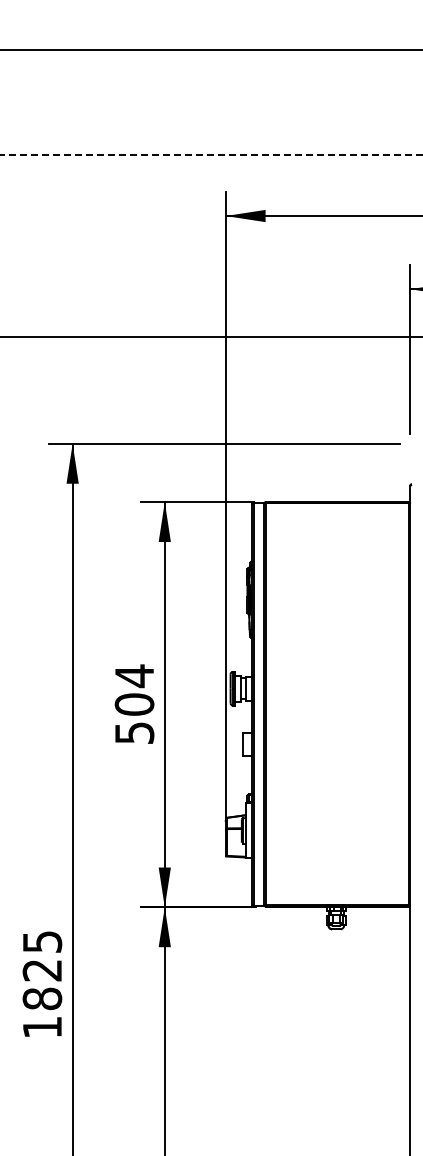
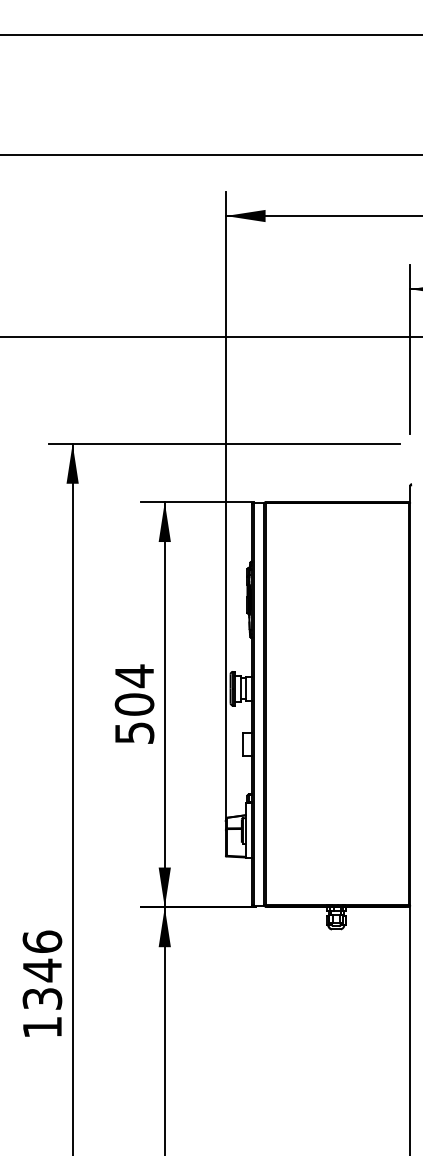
line at (210, 49) position: (210, 49) -> (210, 34)
line at (211, 155): dashed -> solid
text at (42, 970): 1825 -> 1346
